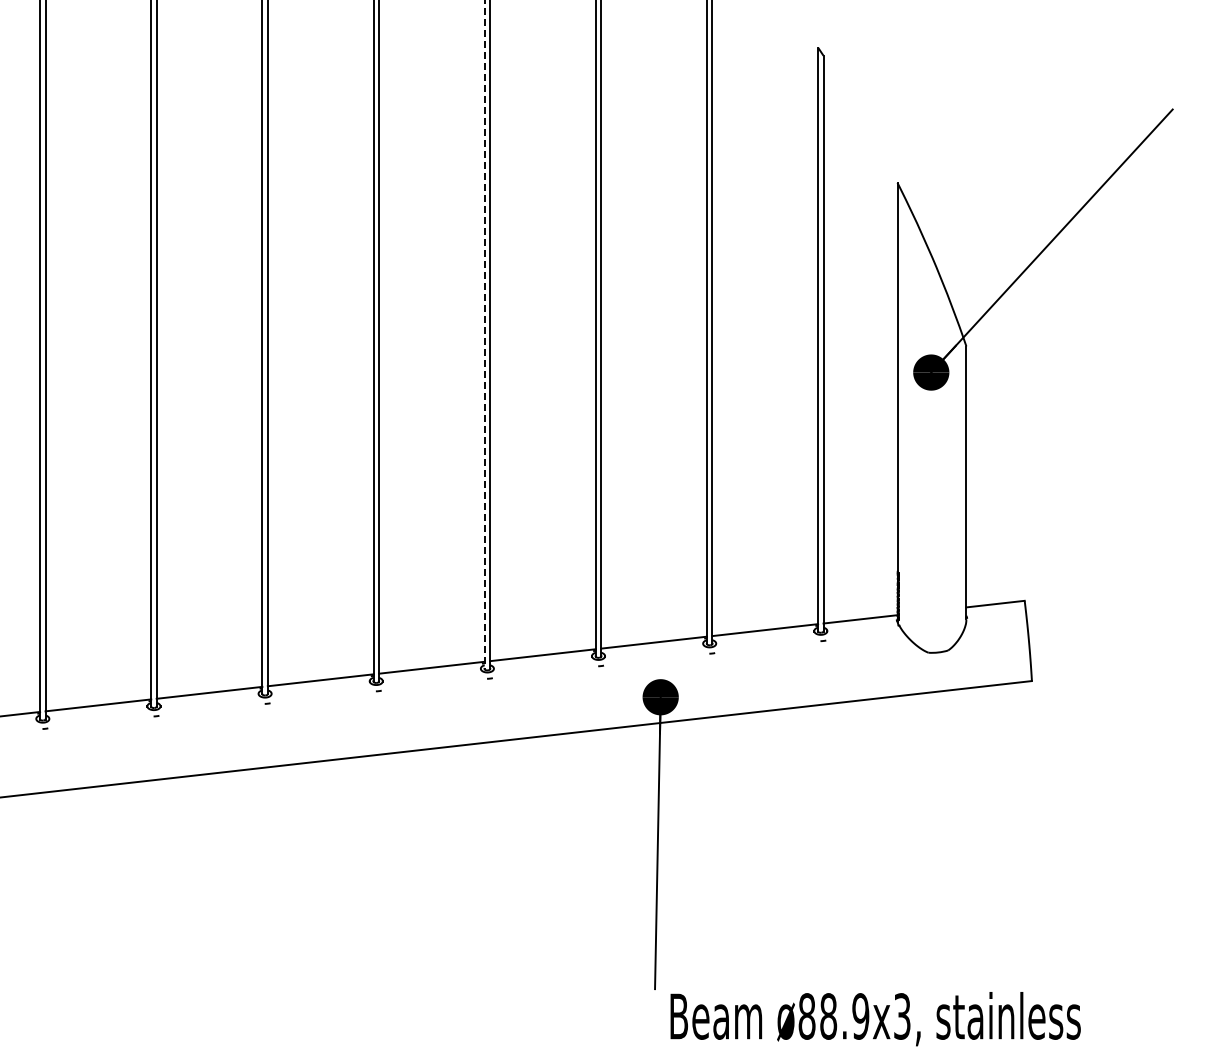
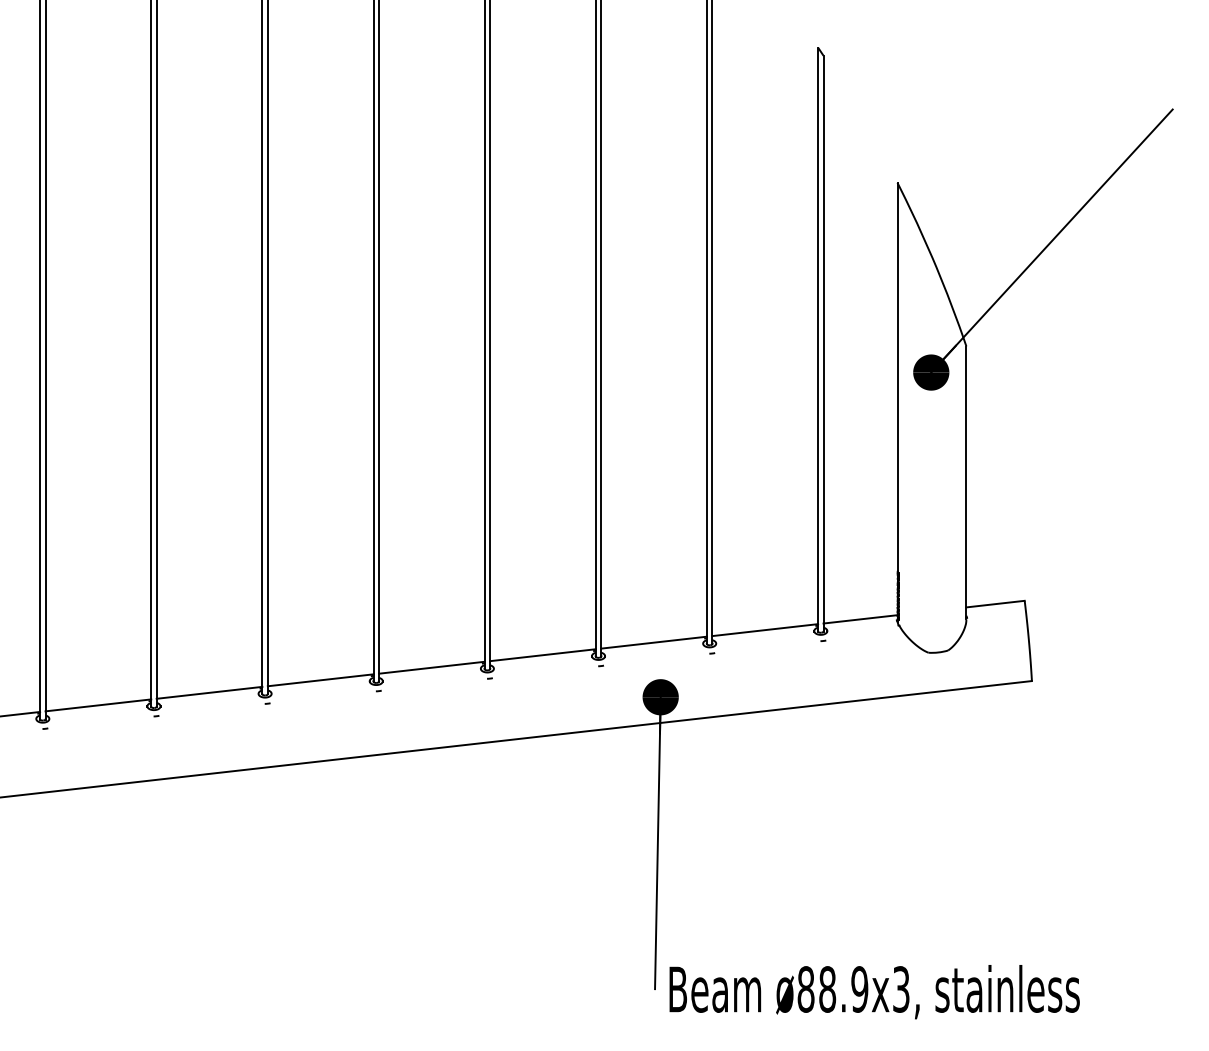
line at (484, 335): dashed -> solid
text at (875, 1019) position: (875, 1019) -> (874, 992)
